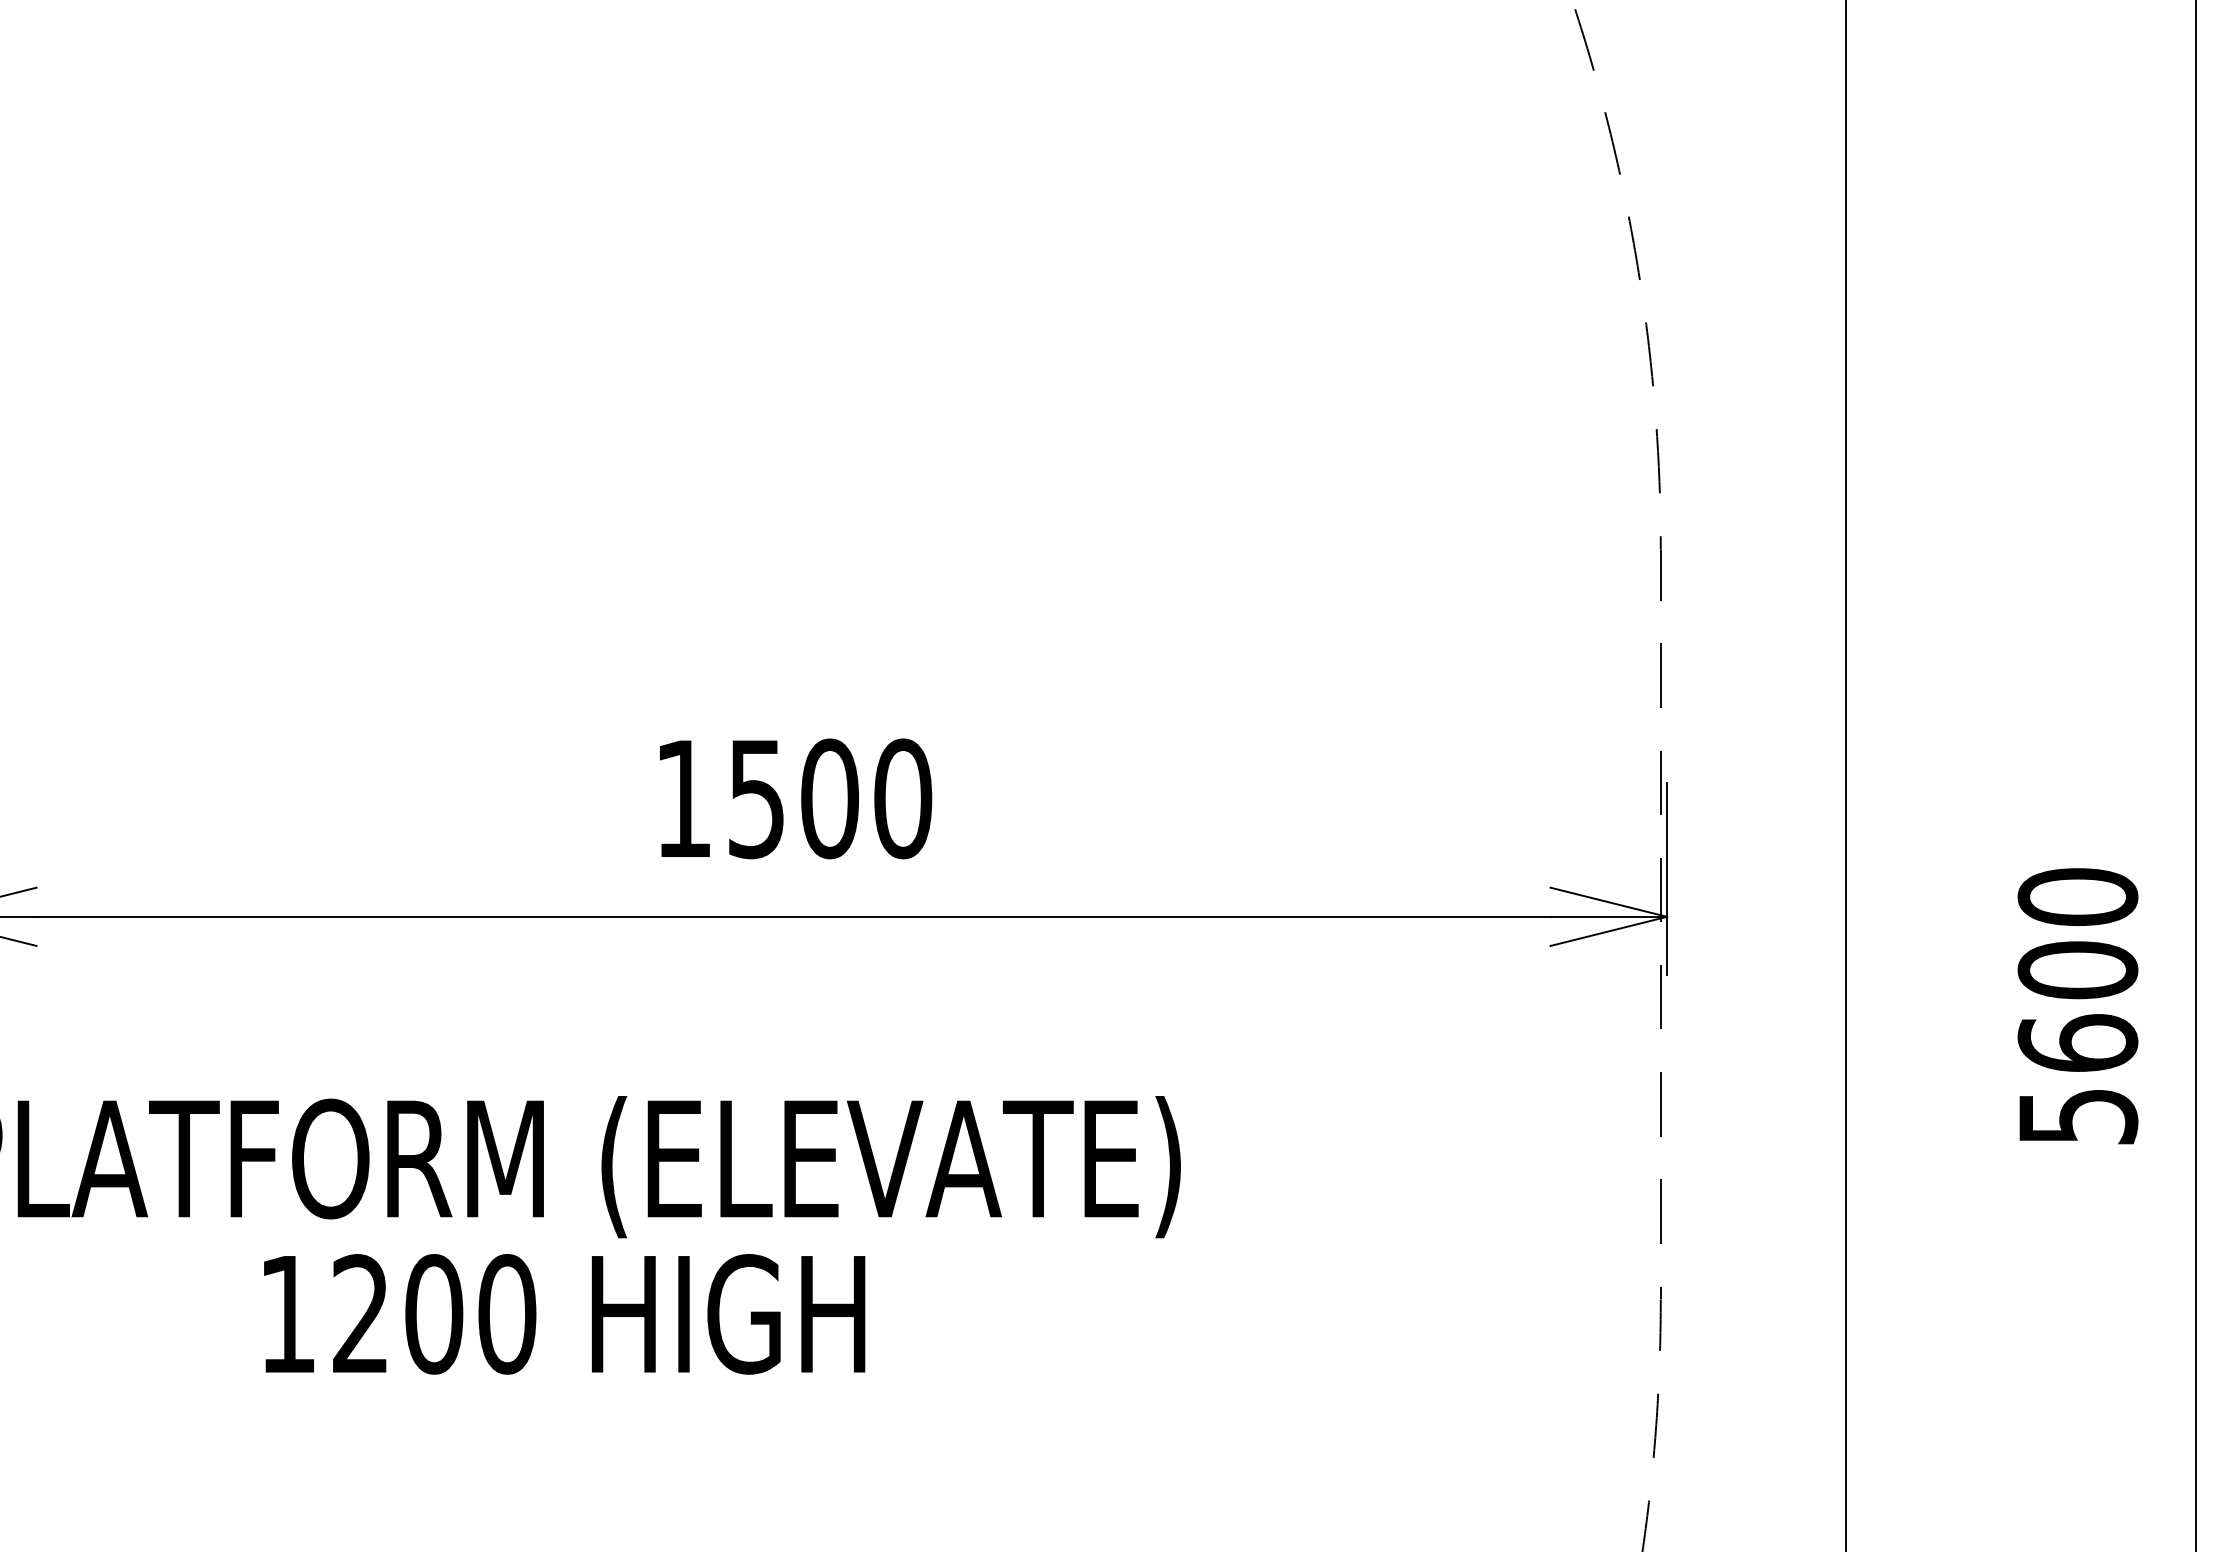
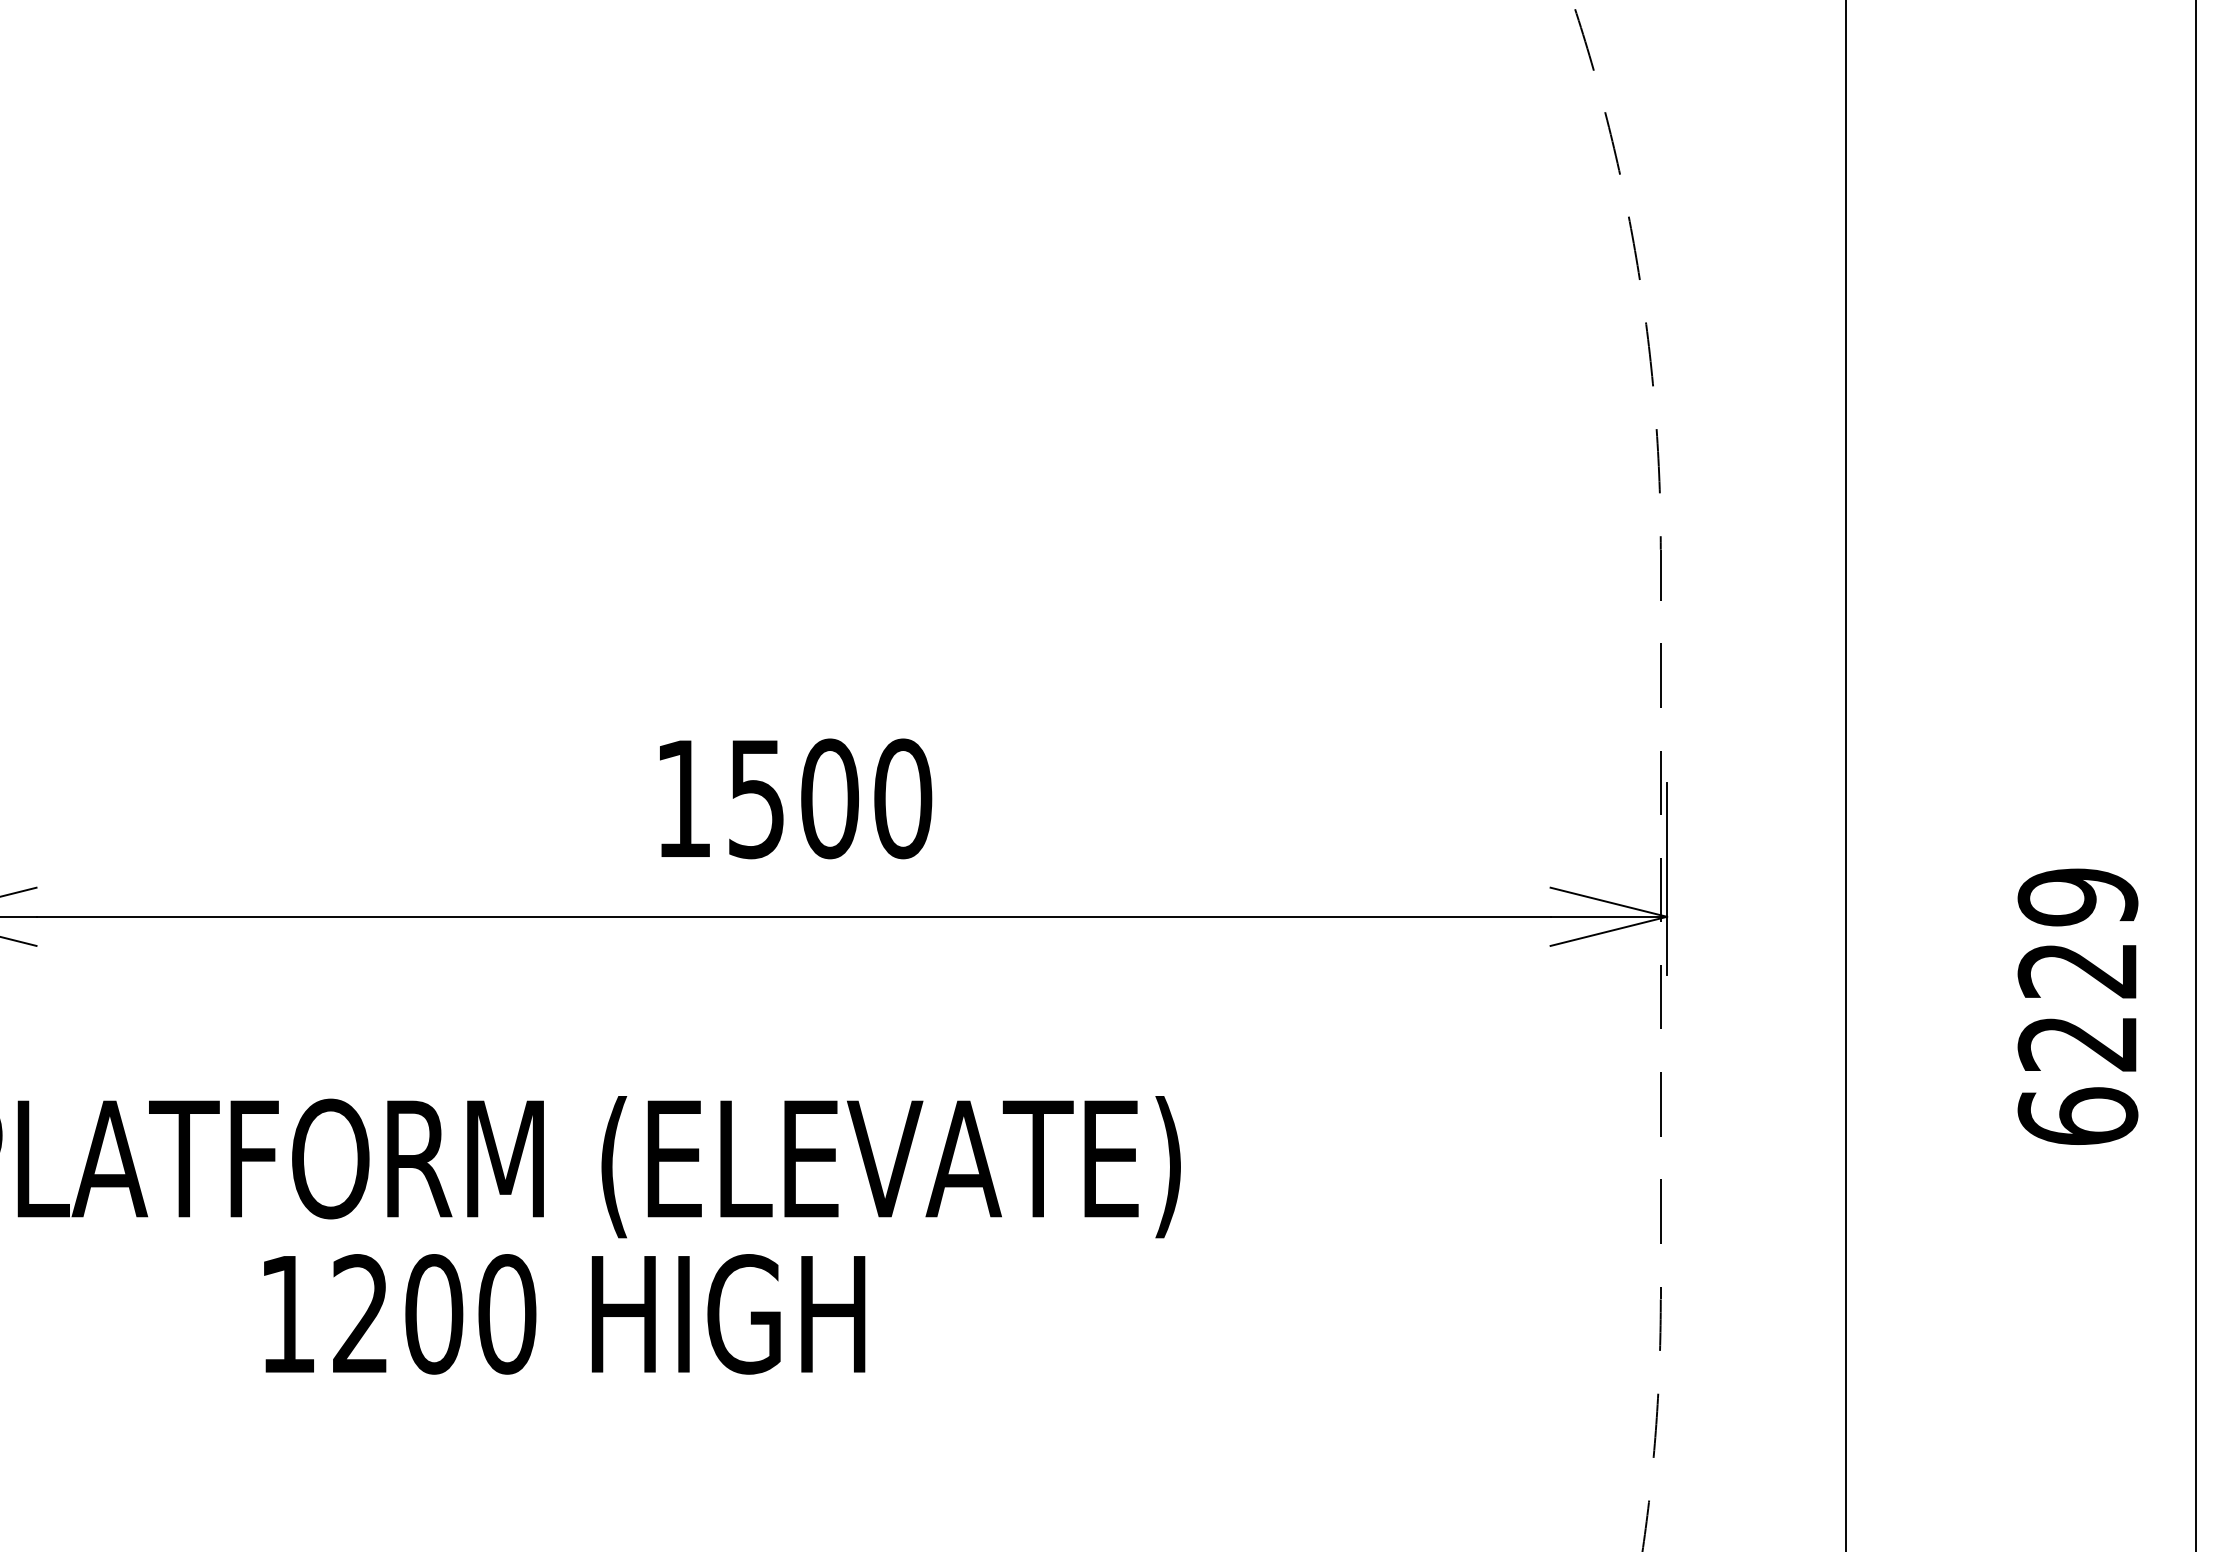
text at (2077, 1006): 5600 -> 6229
